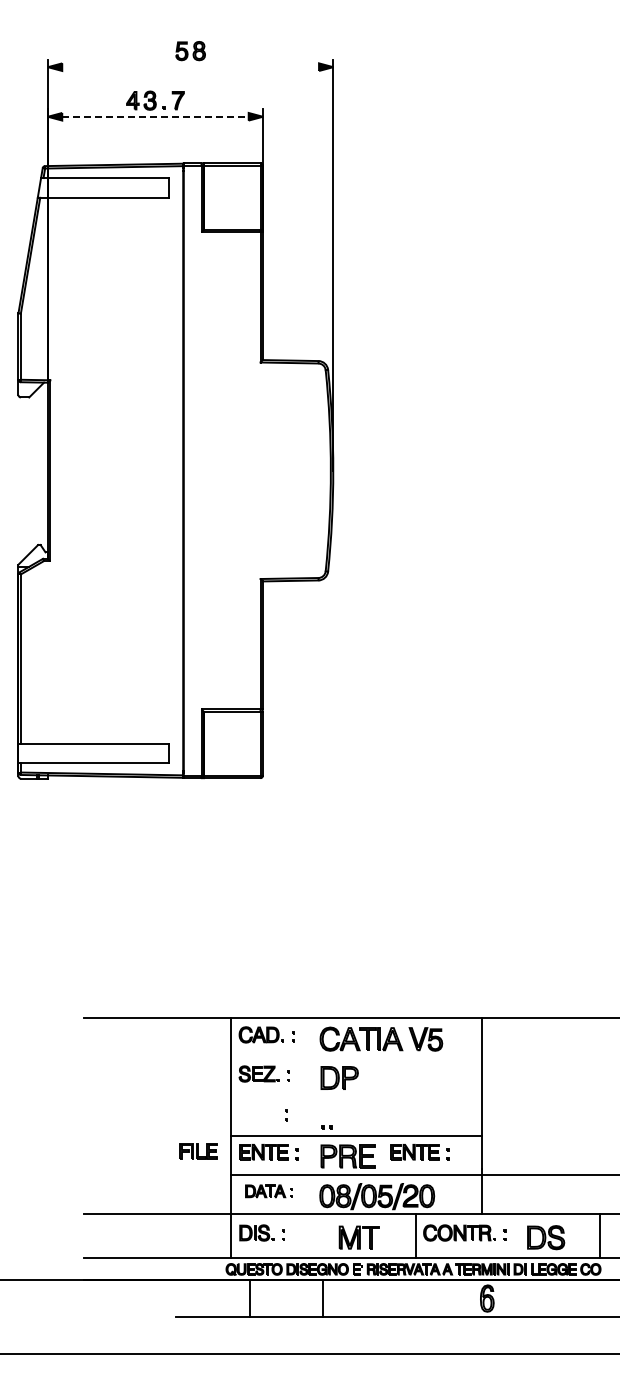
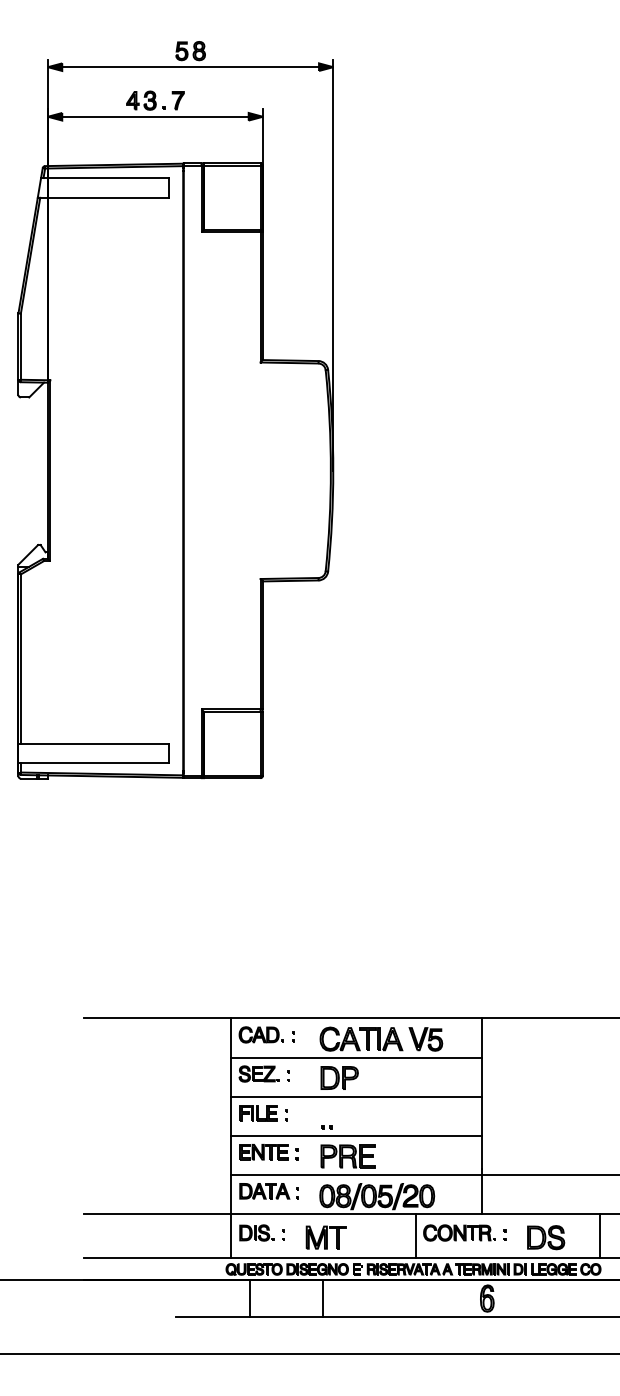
line at (190, 67): none -> present
line at (155, 116): dashed -> solid
line at (356, 1057): none -> present
line at (356, 1096): none -> present
part at (198, 1151) position: (198, 1151) -> (258, 1113)
part at (419, 1152): present -> none
part at (268, 1191) size: 48x15 px -> 60x17 px
part at (358, 1237) position: (358, 1237) -> (325, 1237)
